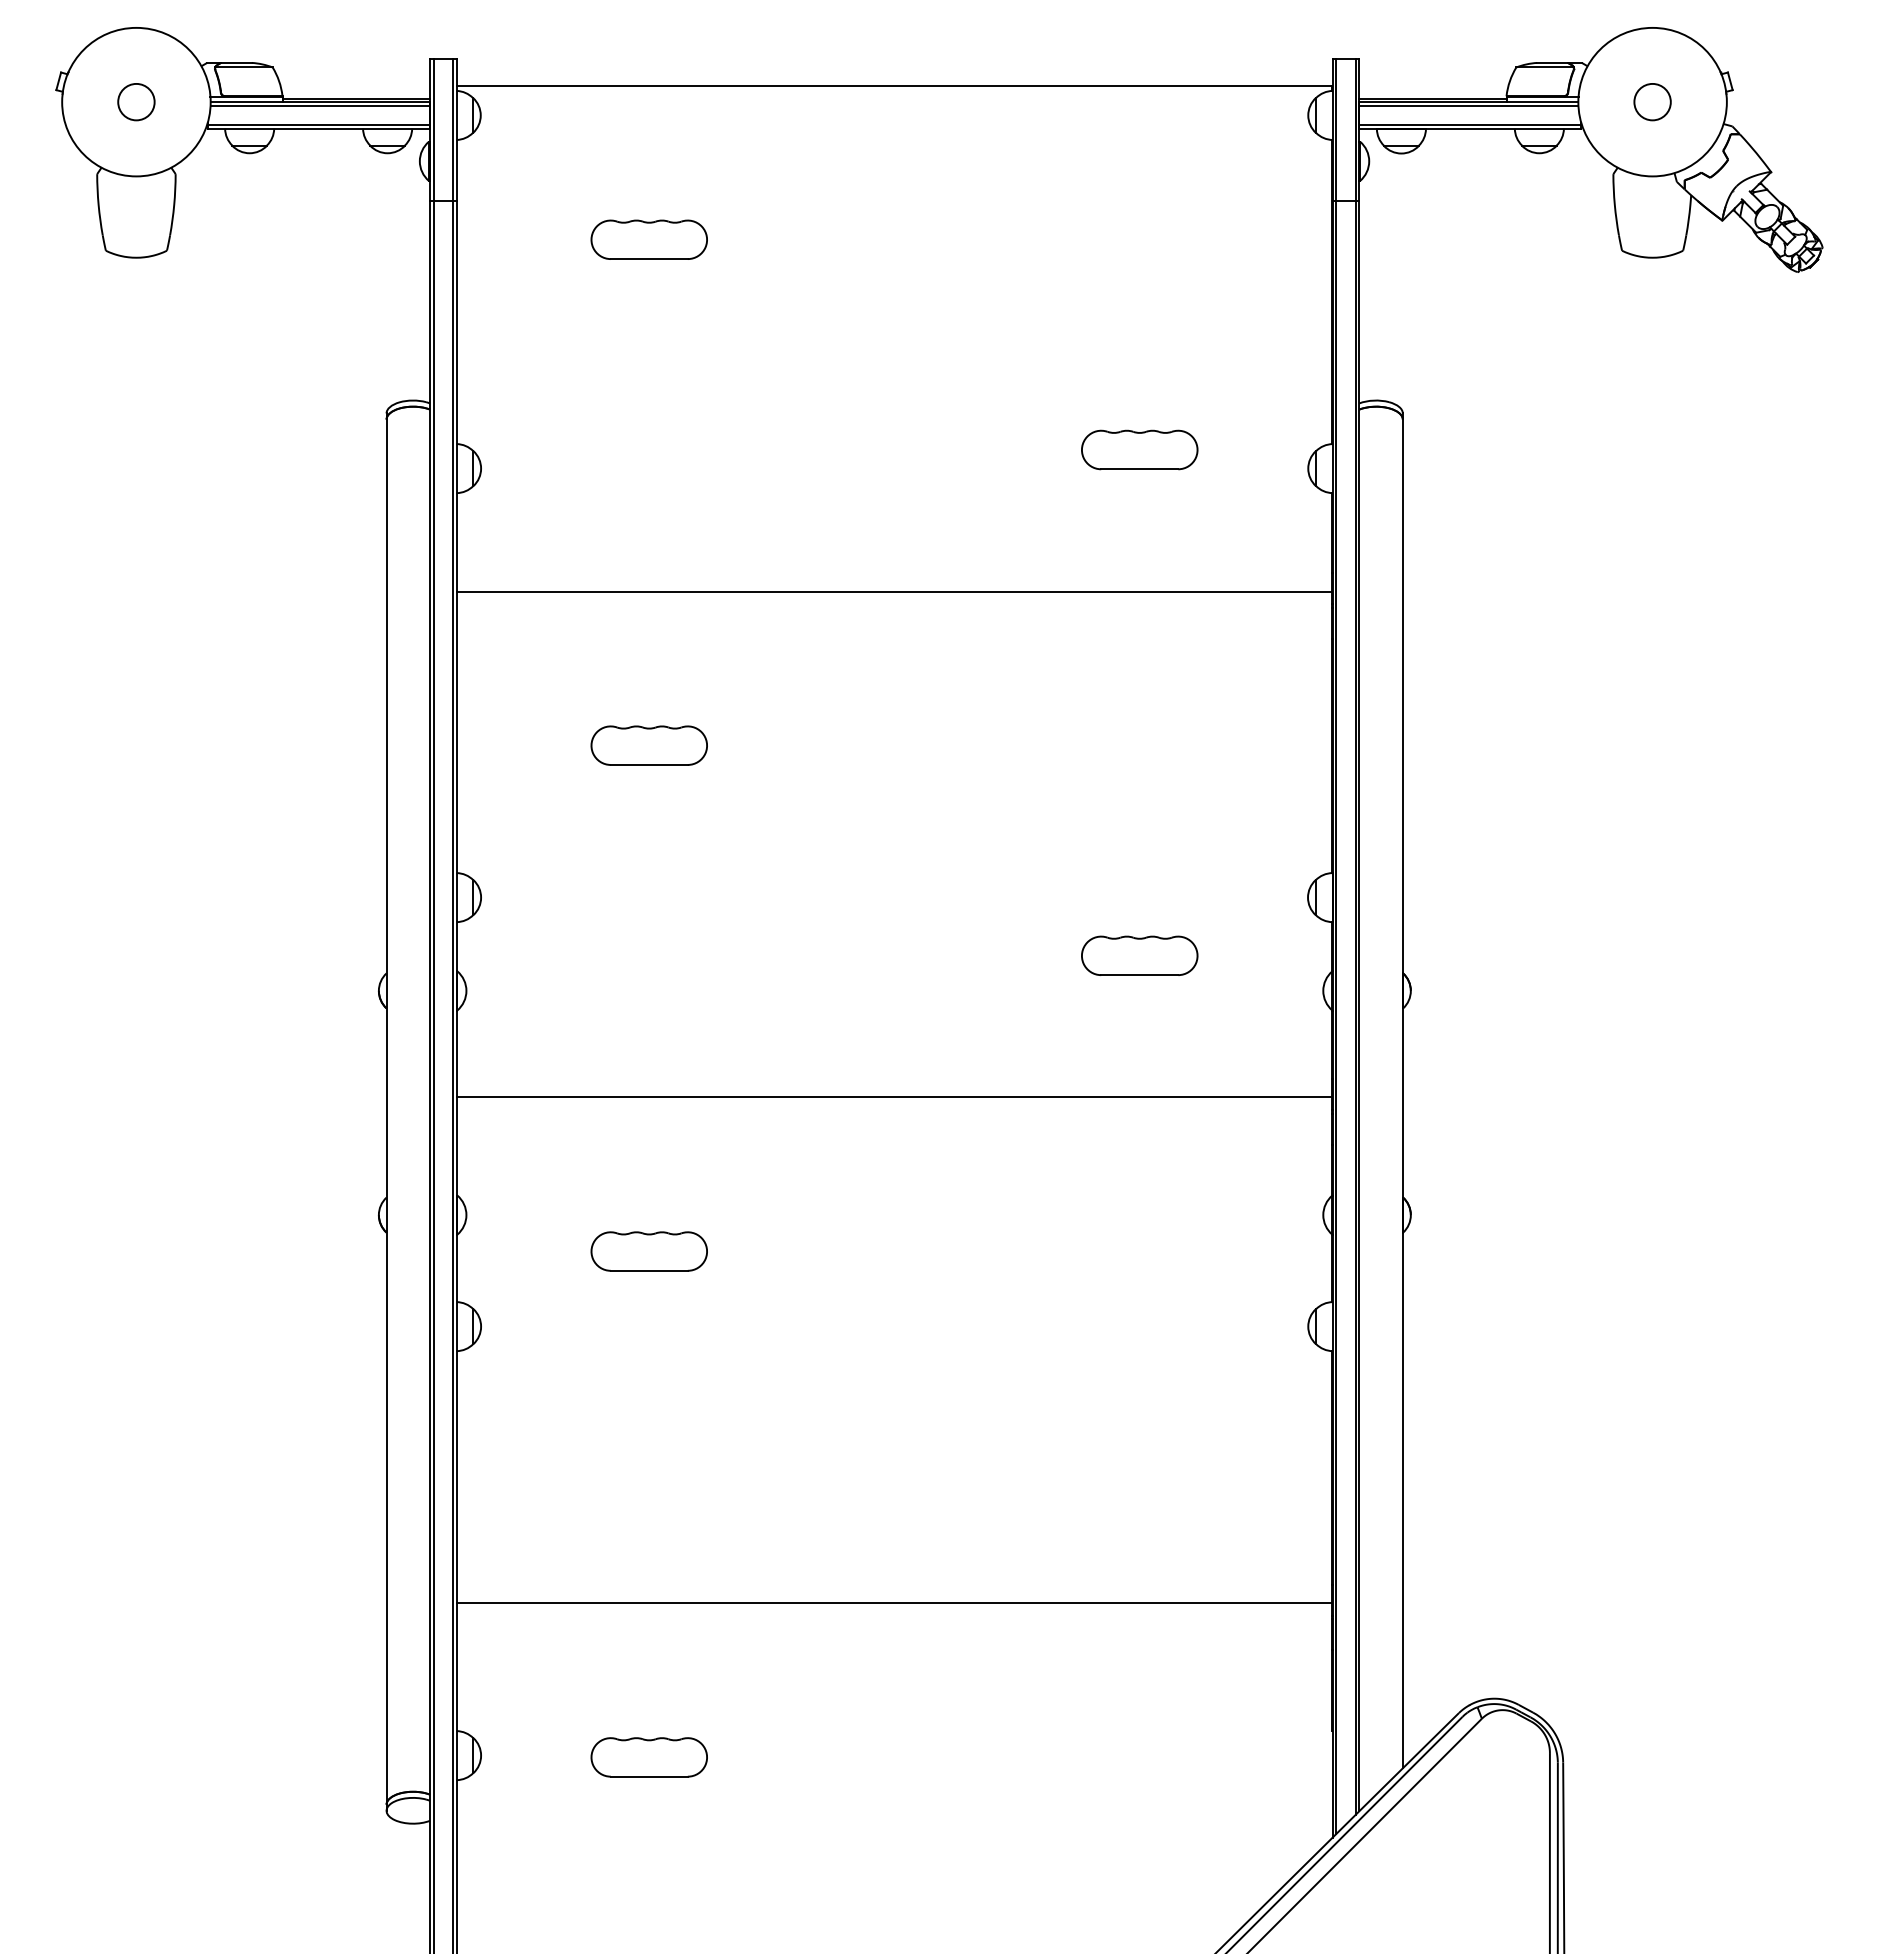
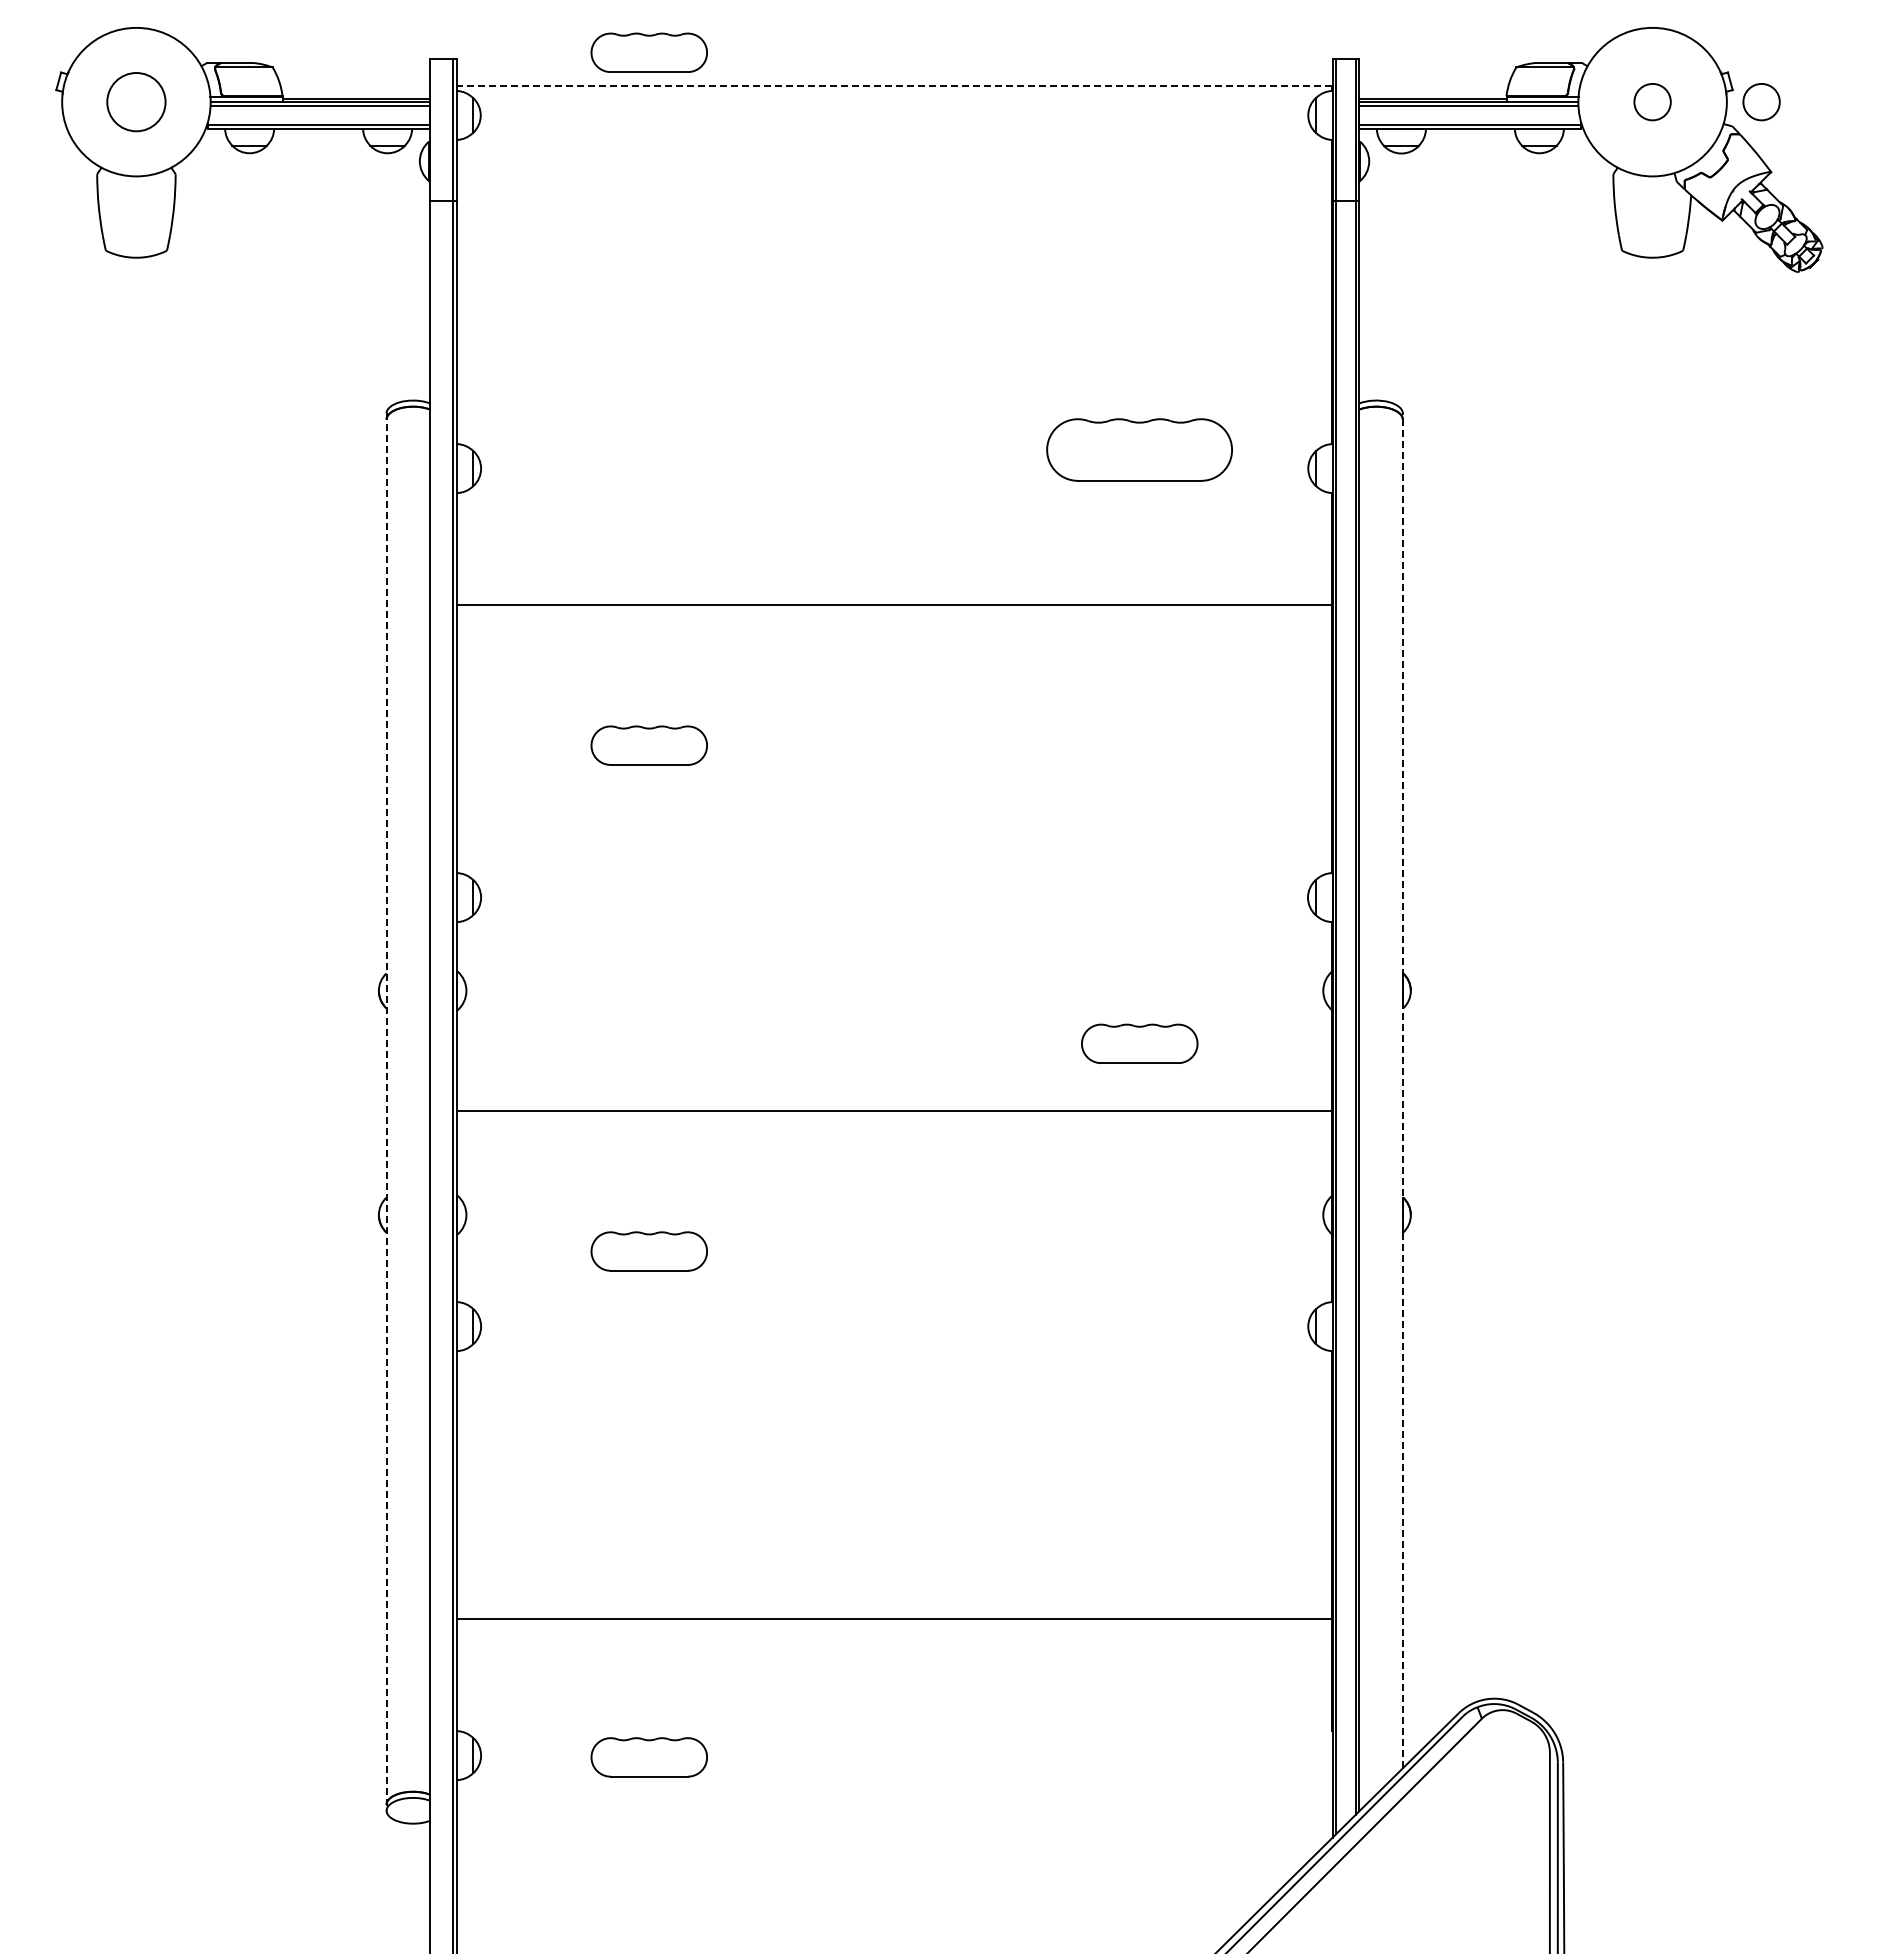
line at (894, 85): solid -> dashed
circle at (136, 101) diameter: 36 px -> 58 px
circle at (1761, 102): none -> present
part at (648, 239) position: (648, 239) -> (648, 52)
part at (1139, 449) size: 118x42 px -> 187x64 px
line at (894, 591) position: (894, 591) -> (894, 604)
part at (1139, 955) position: (1139, 955) -> (1139, 1043)
line at (433, 1004): present -> none
line at (1402, 1090): solid -> dashed
line at (894, 1097) position: (894, 1097) -> (894, 1111)
line at (386, 1112): solid -> dashed
line at (894, 1603) position: (894, 1603) -> (894, 1619)
